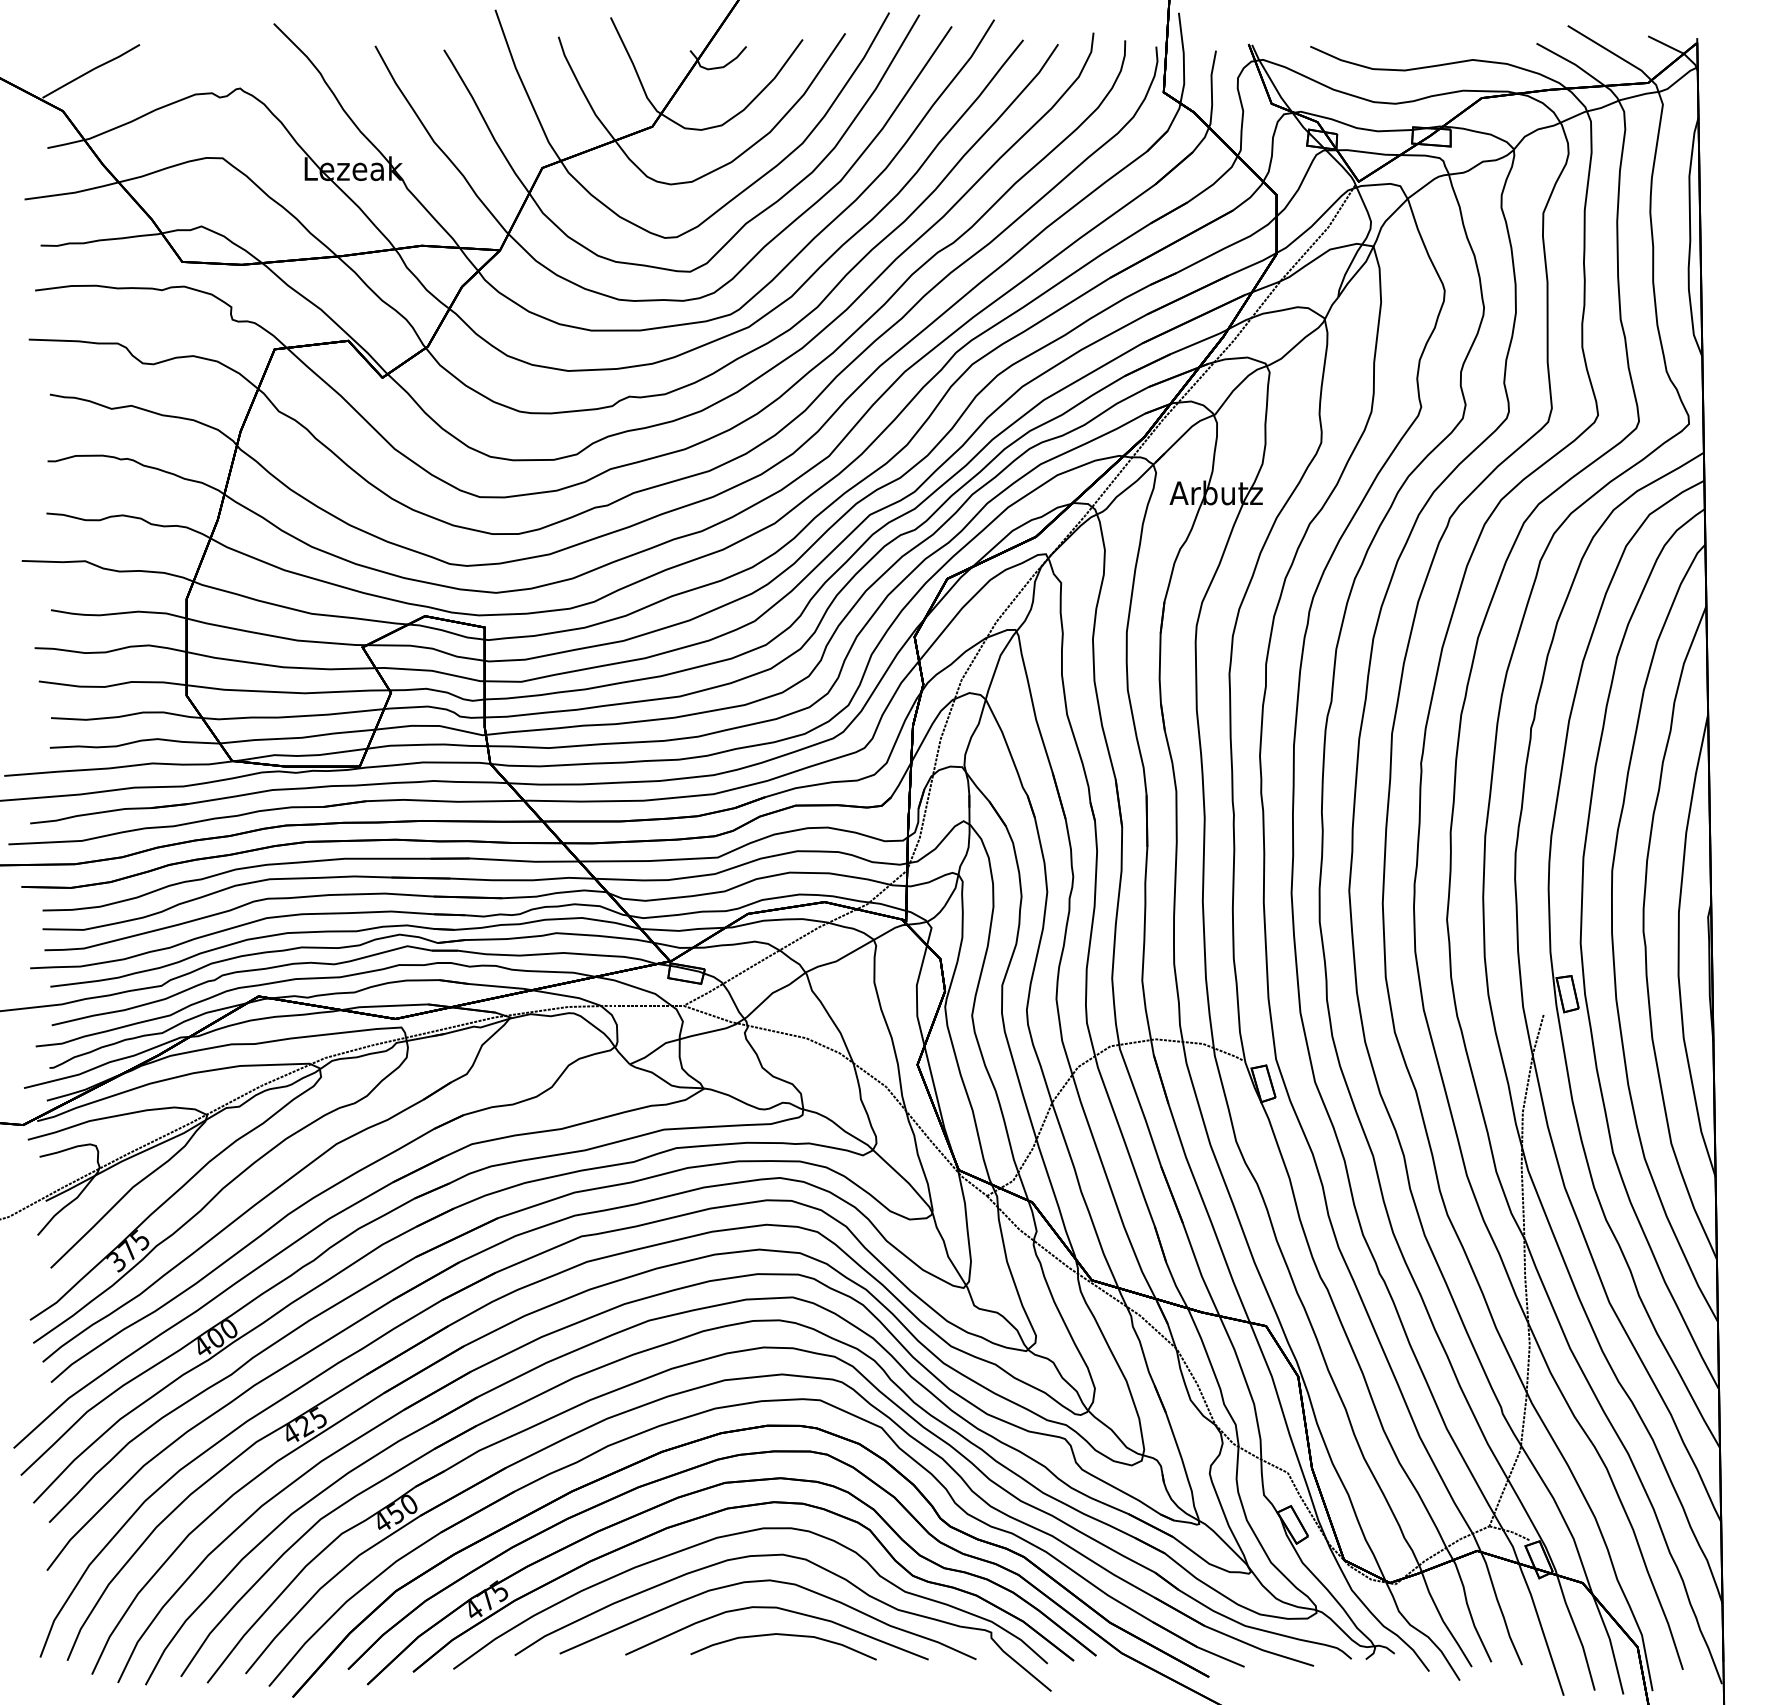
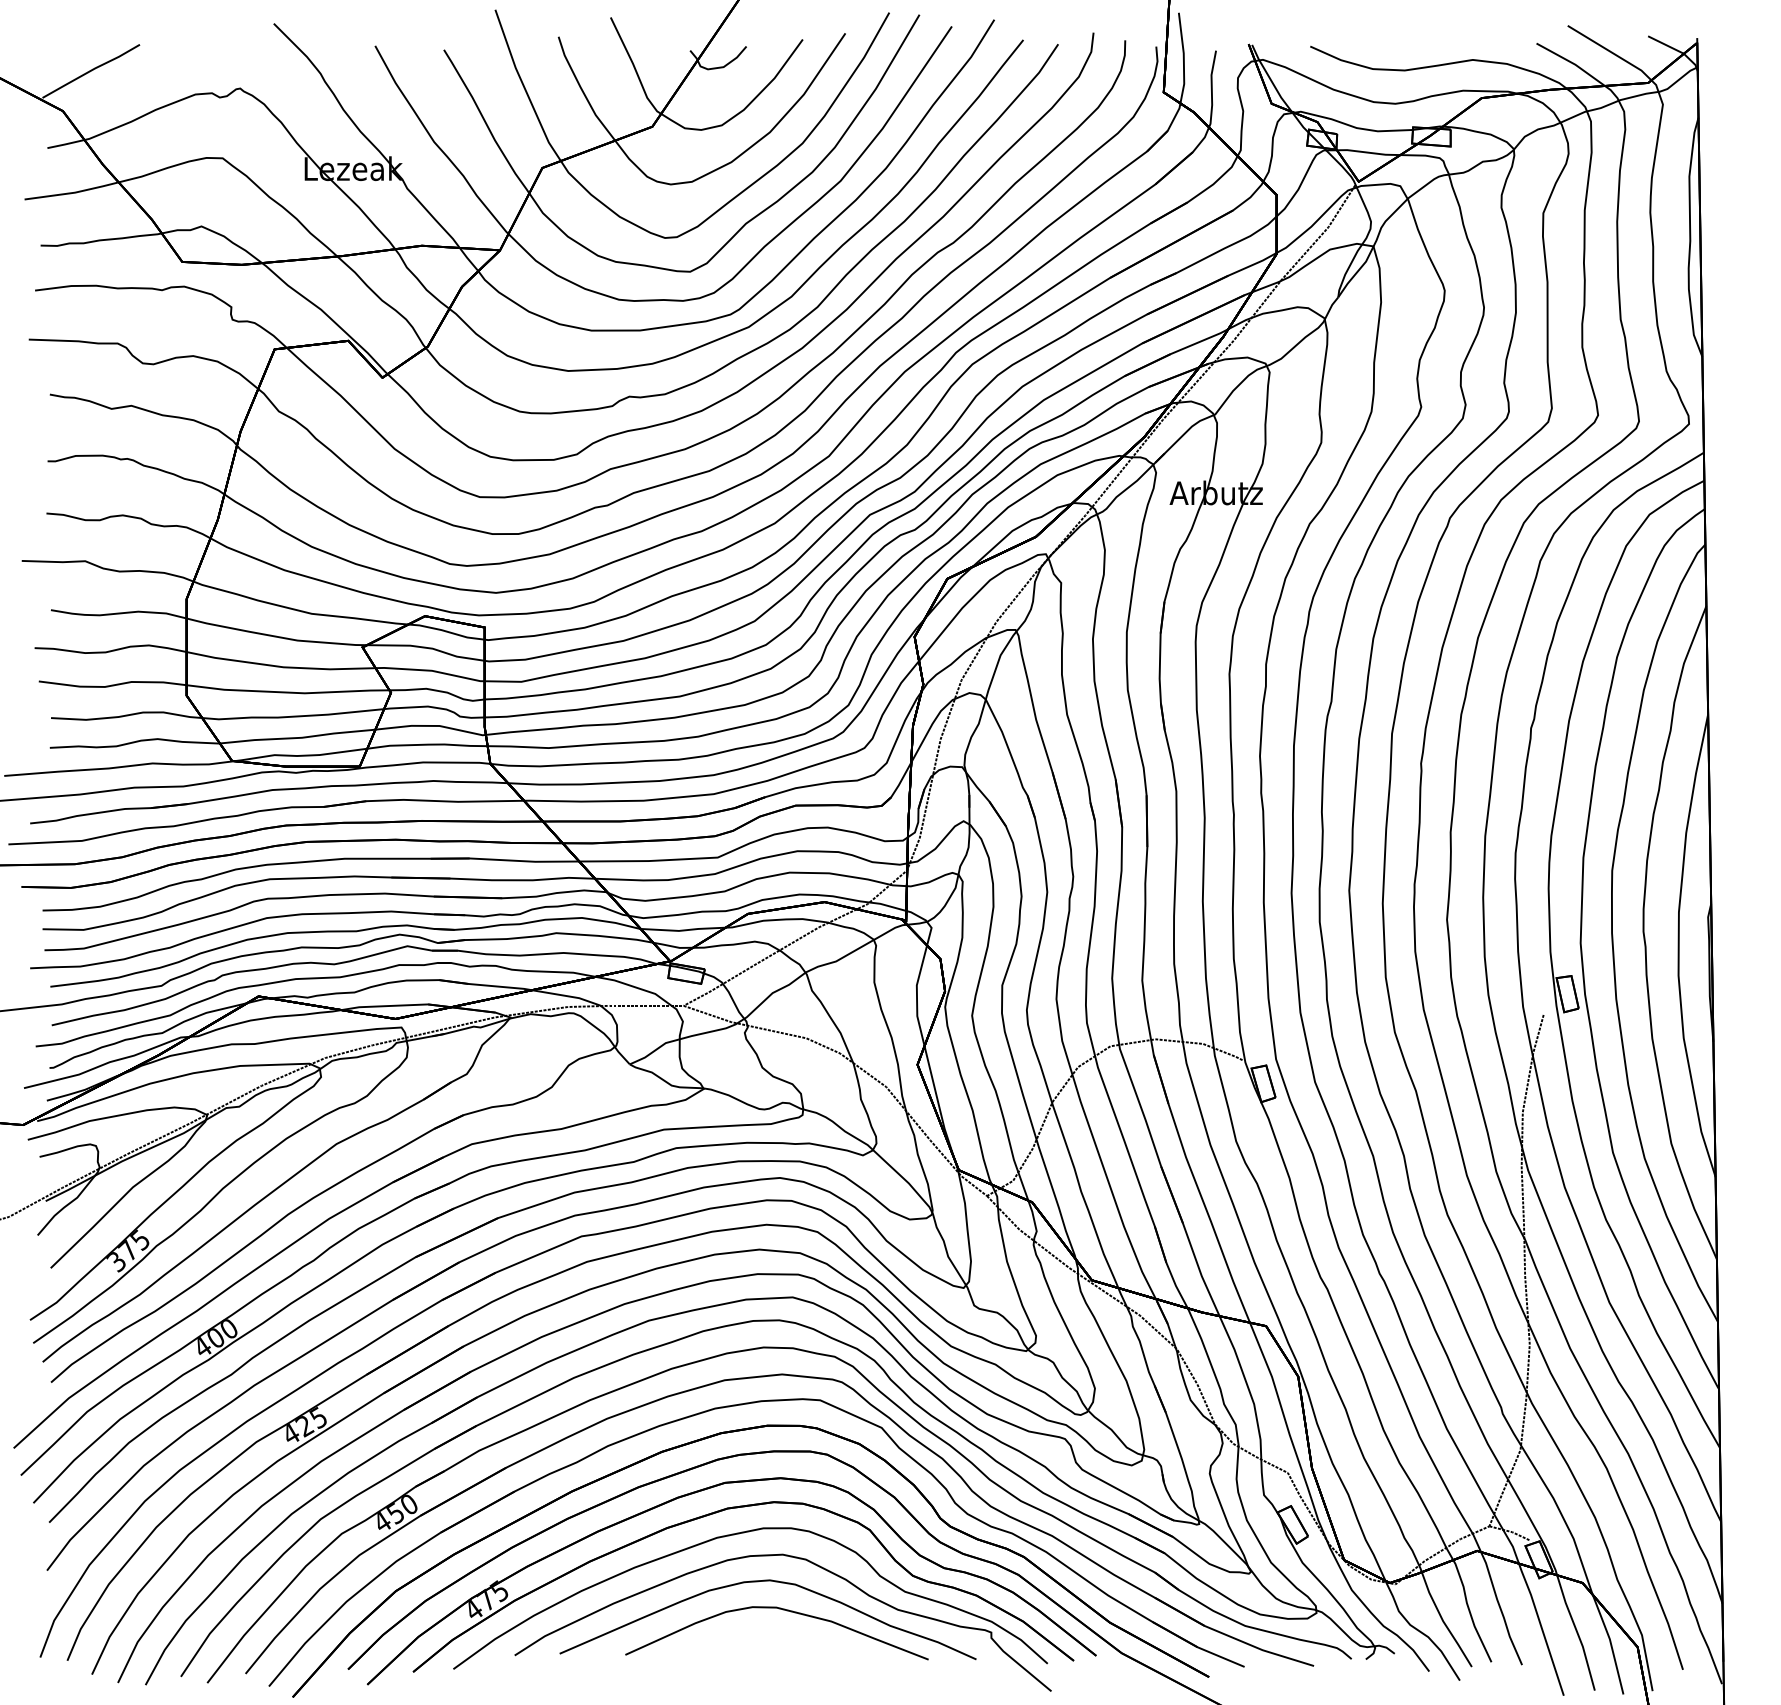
part at (783, 1635): present -> none
